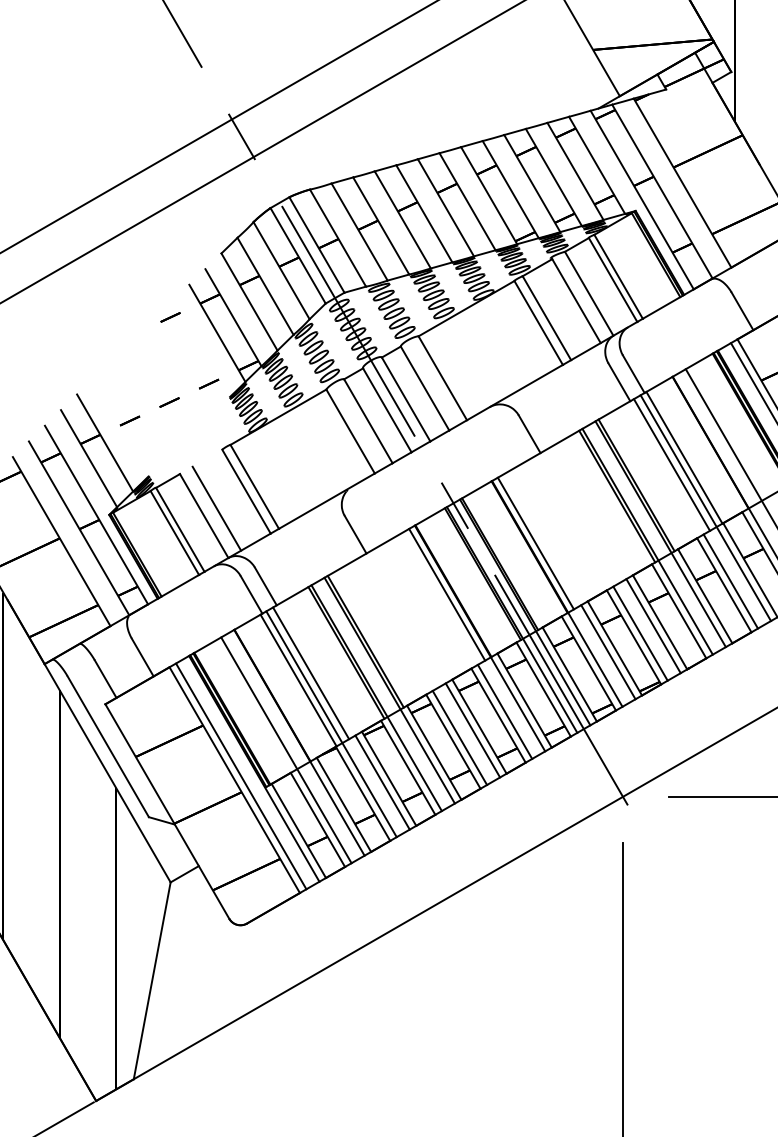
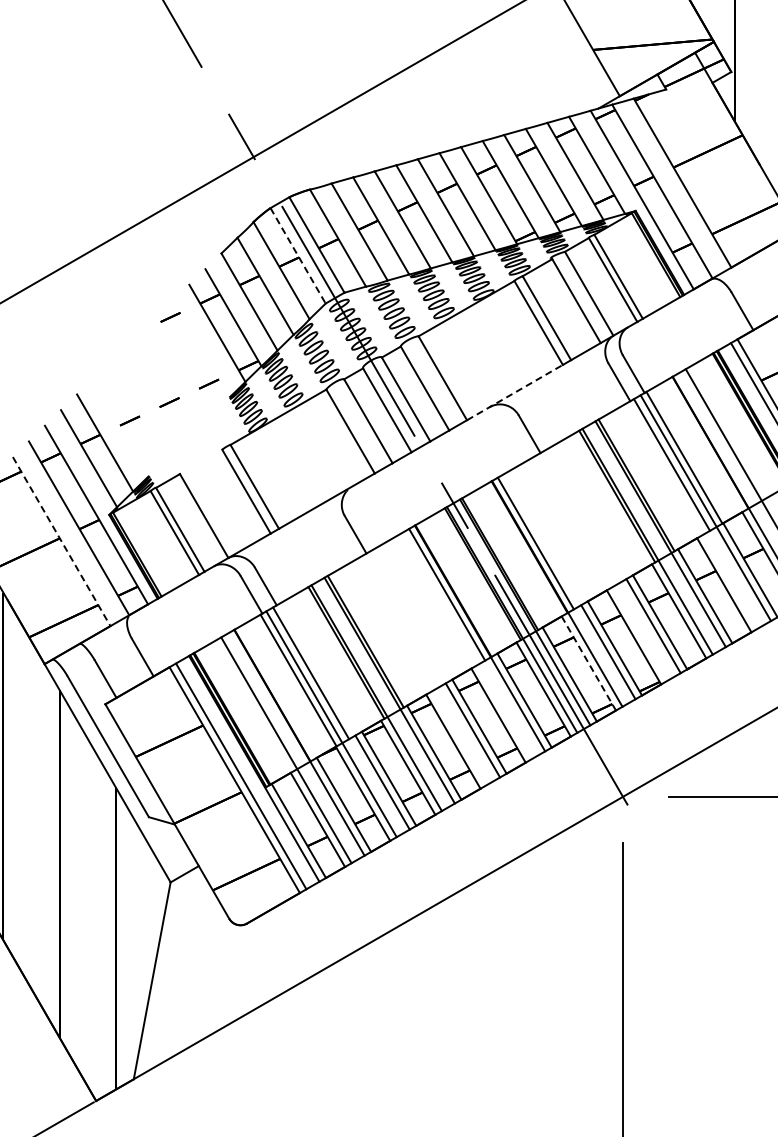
line at (218, 126): present -> none
line at (298, 256): solid -> dashed
line at (515, 392): solid -> dashed
line at (216, 508): present -> none
line at (61, 541): solid -> dashed
line at (730, 581): present -> none
line at (640, 633): present -> none
line at (589, 663): solid -> dashed
line at (504, 711): present -> none
line at (459, 737): present -> none
